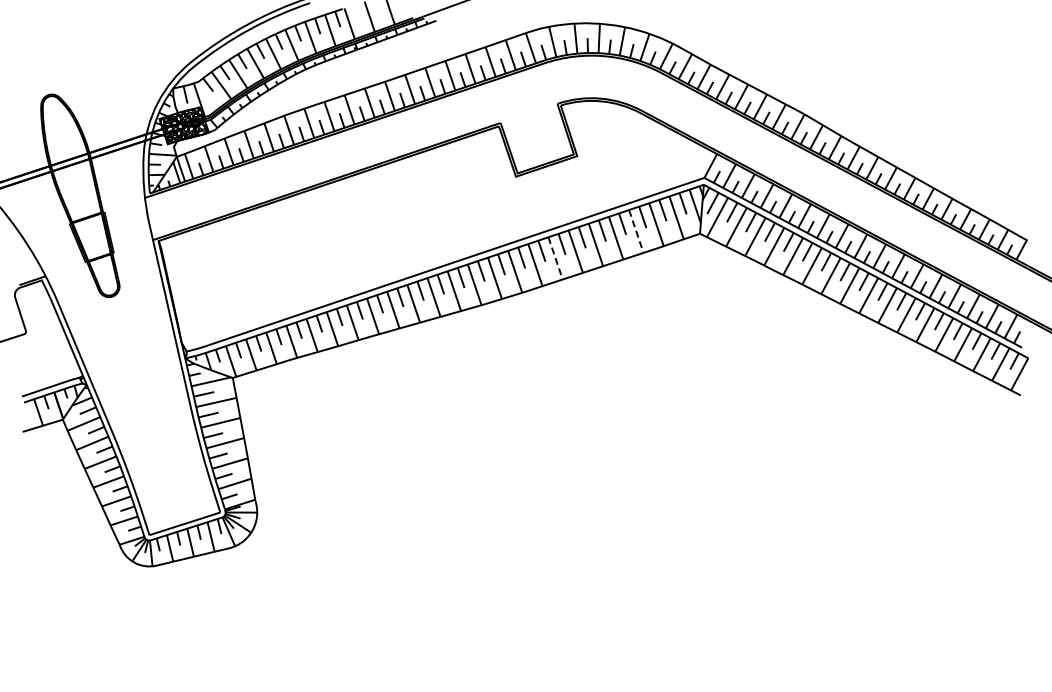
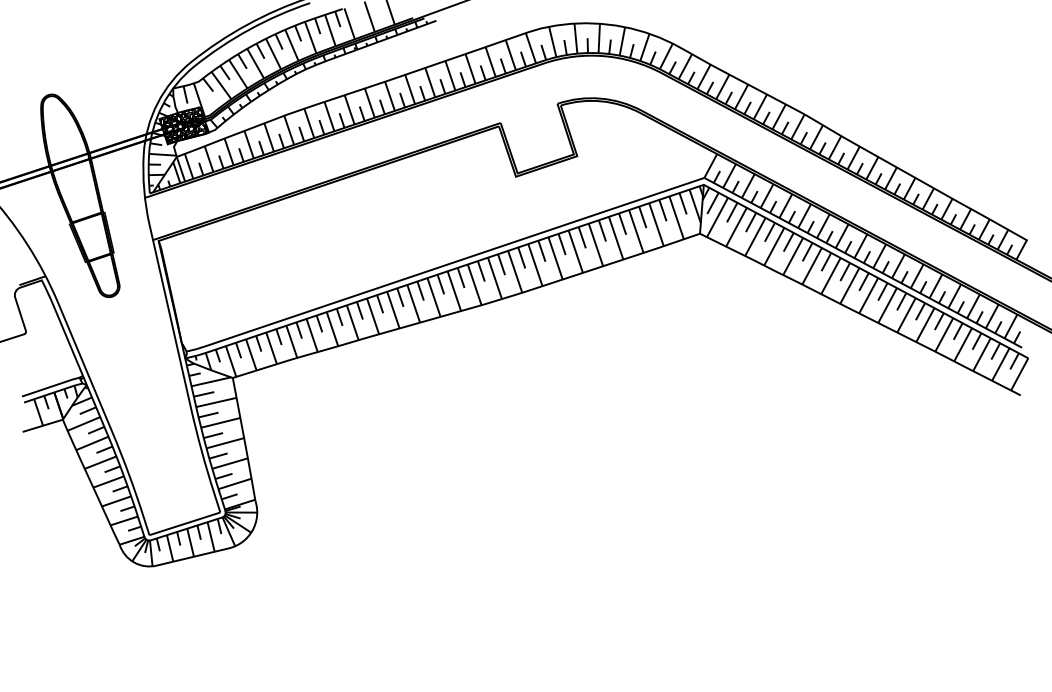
line at (636, 231): dashed -> solid
line at (555, 258): dashed -> solid
